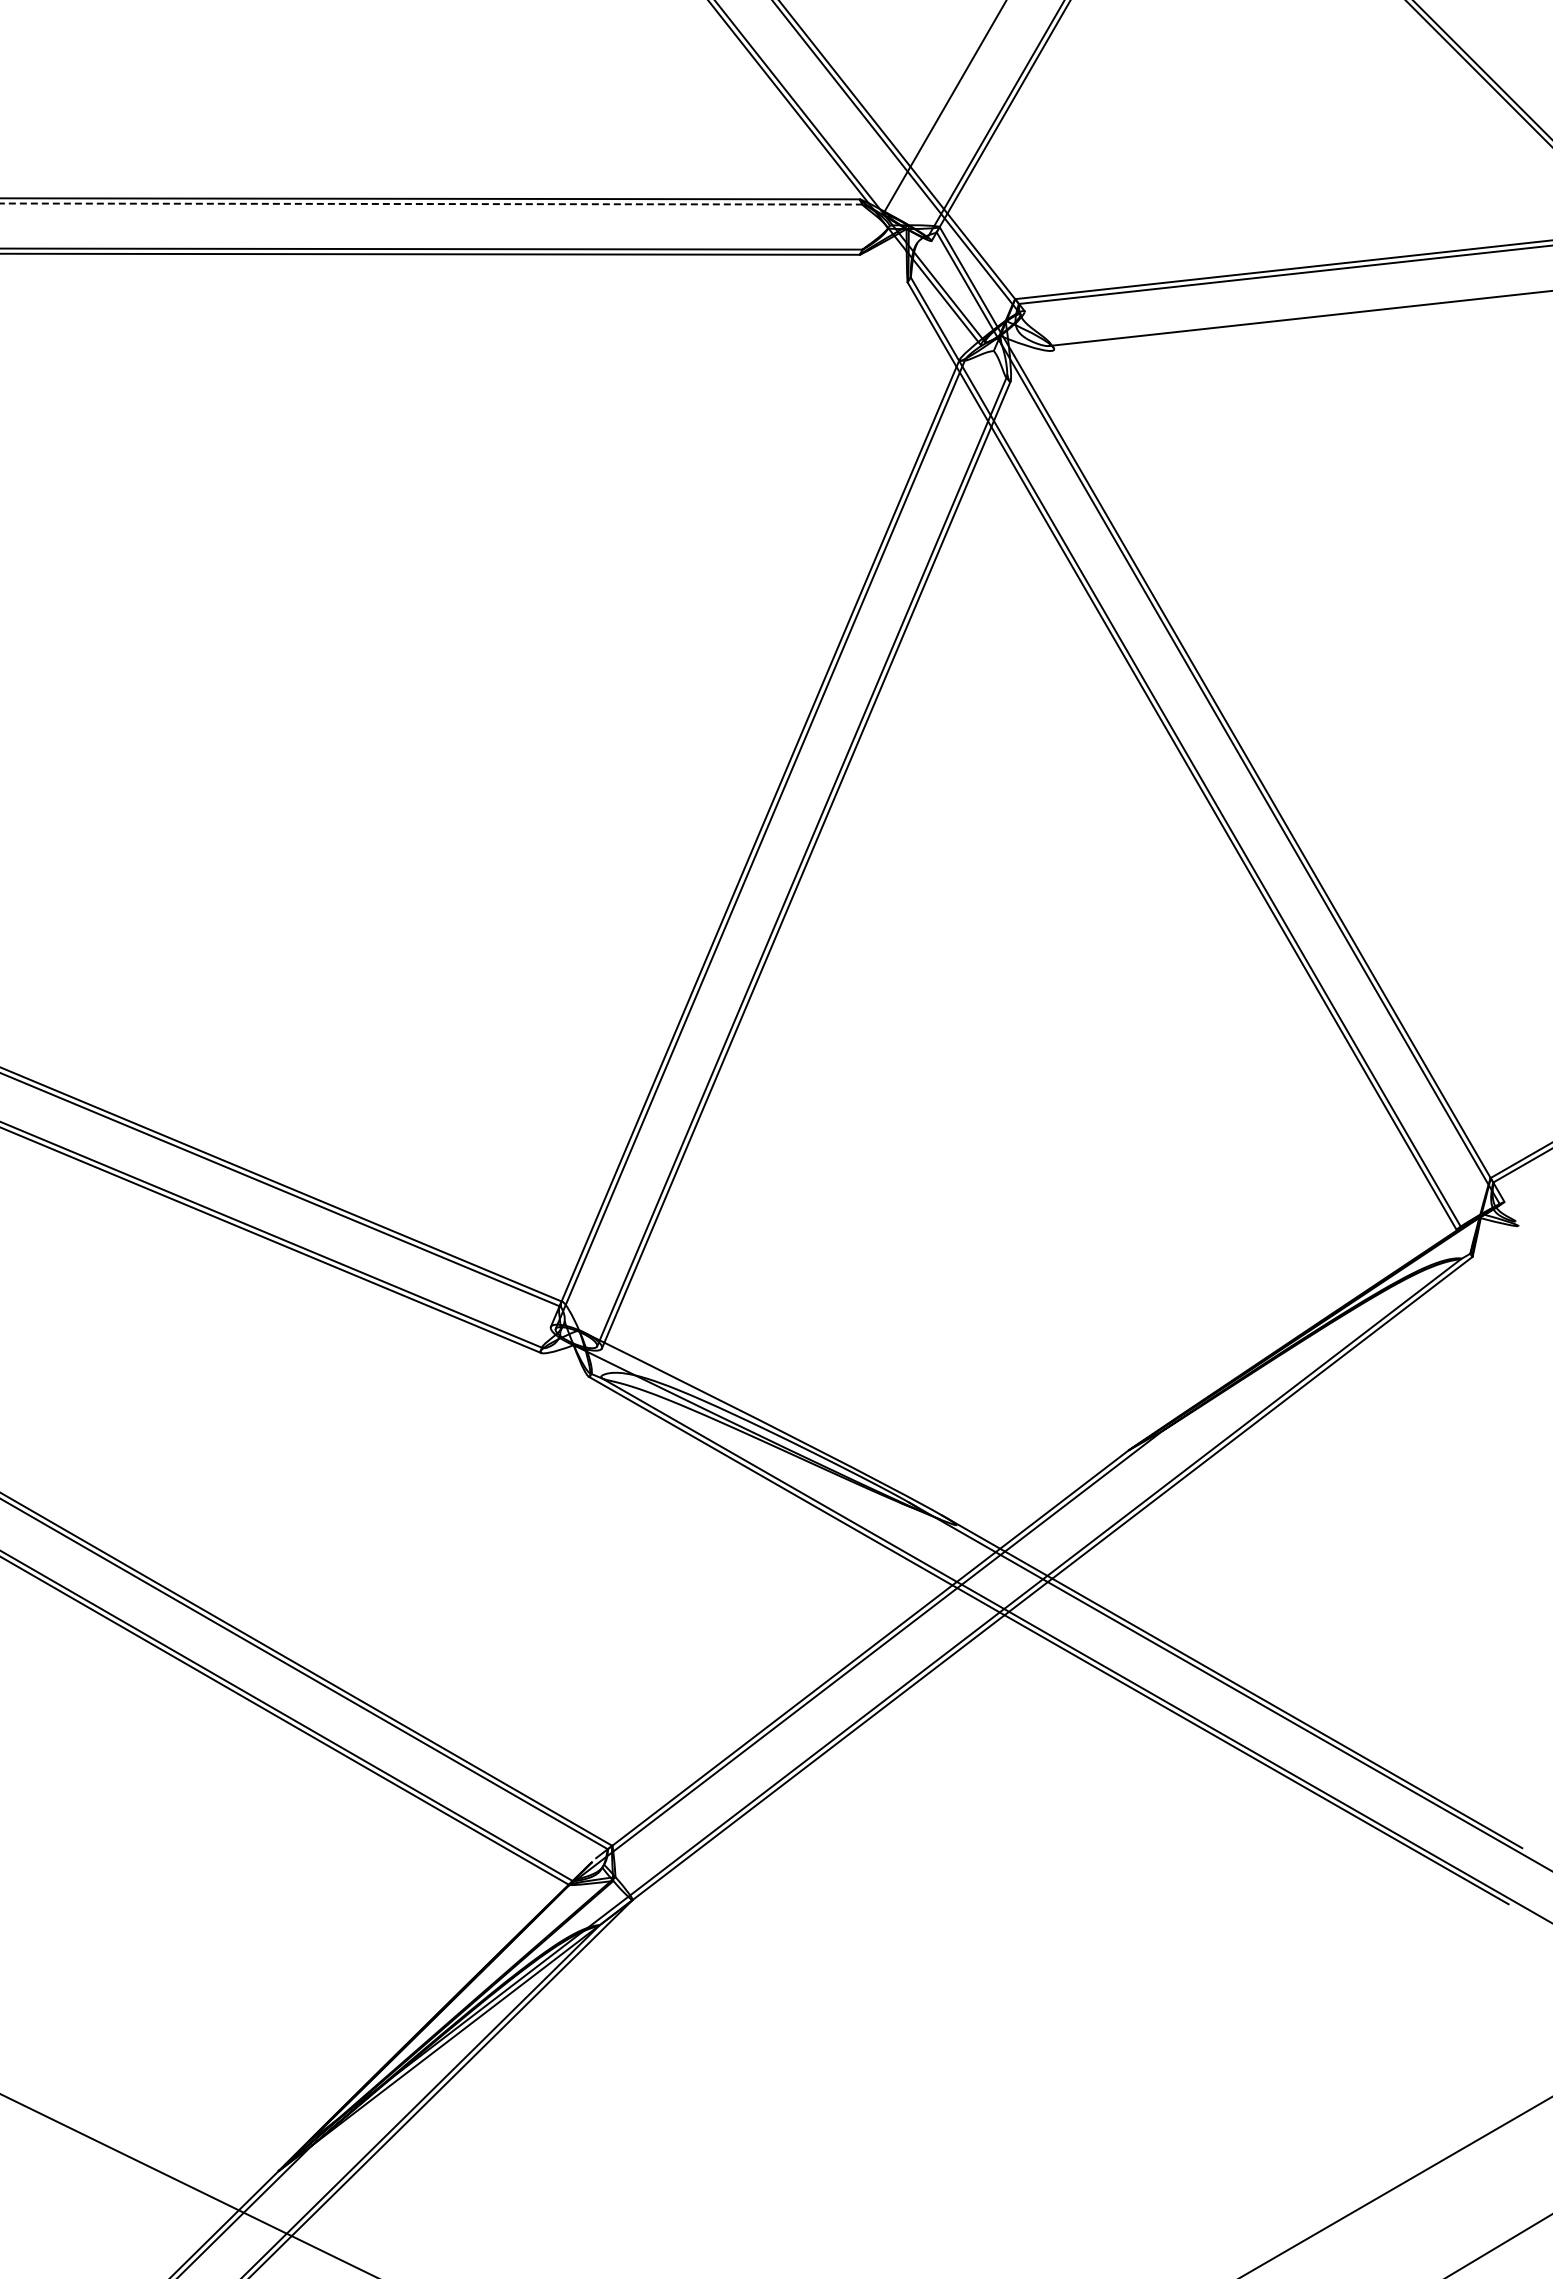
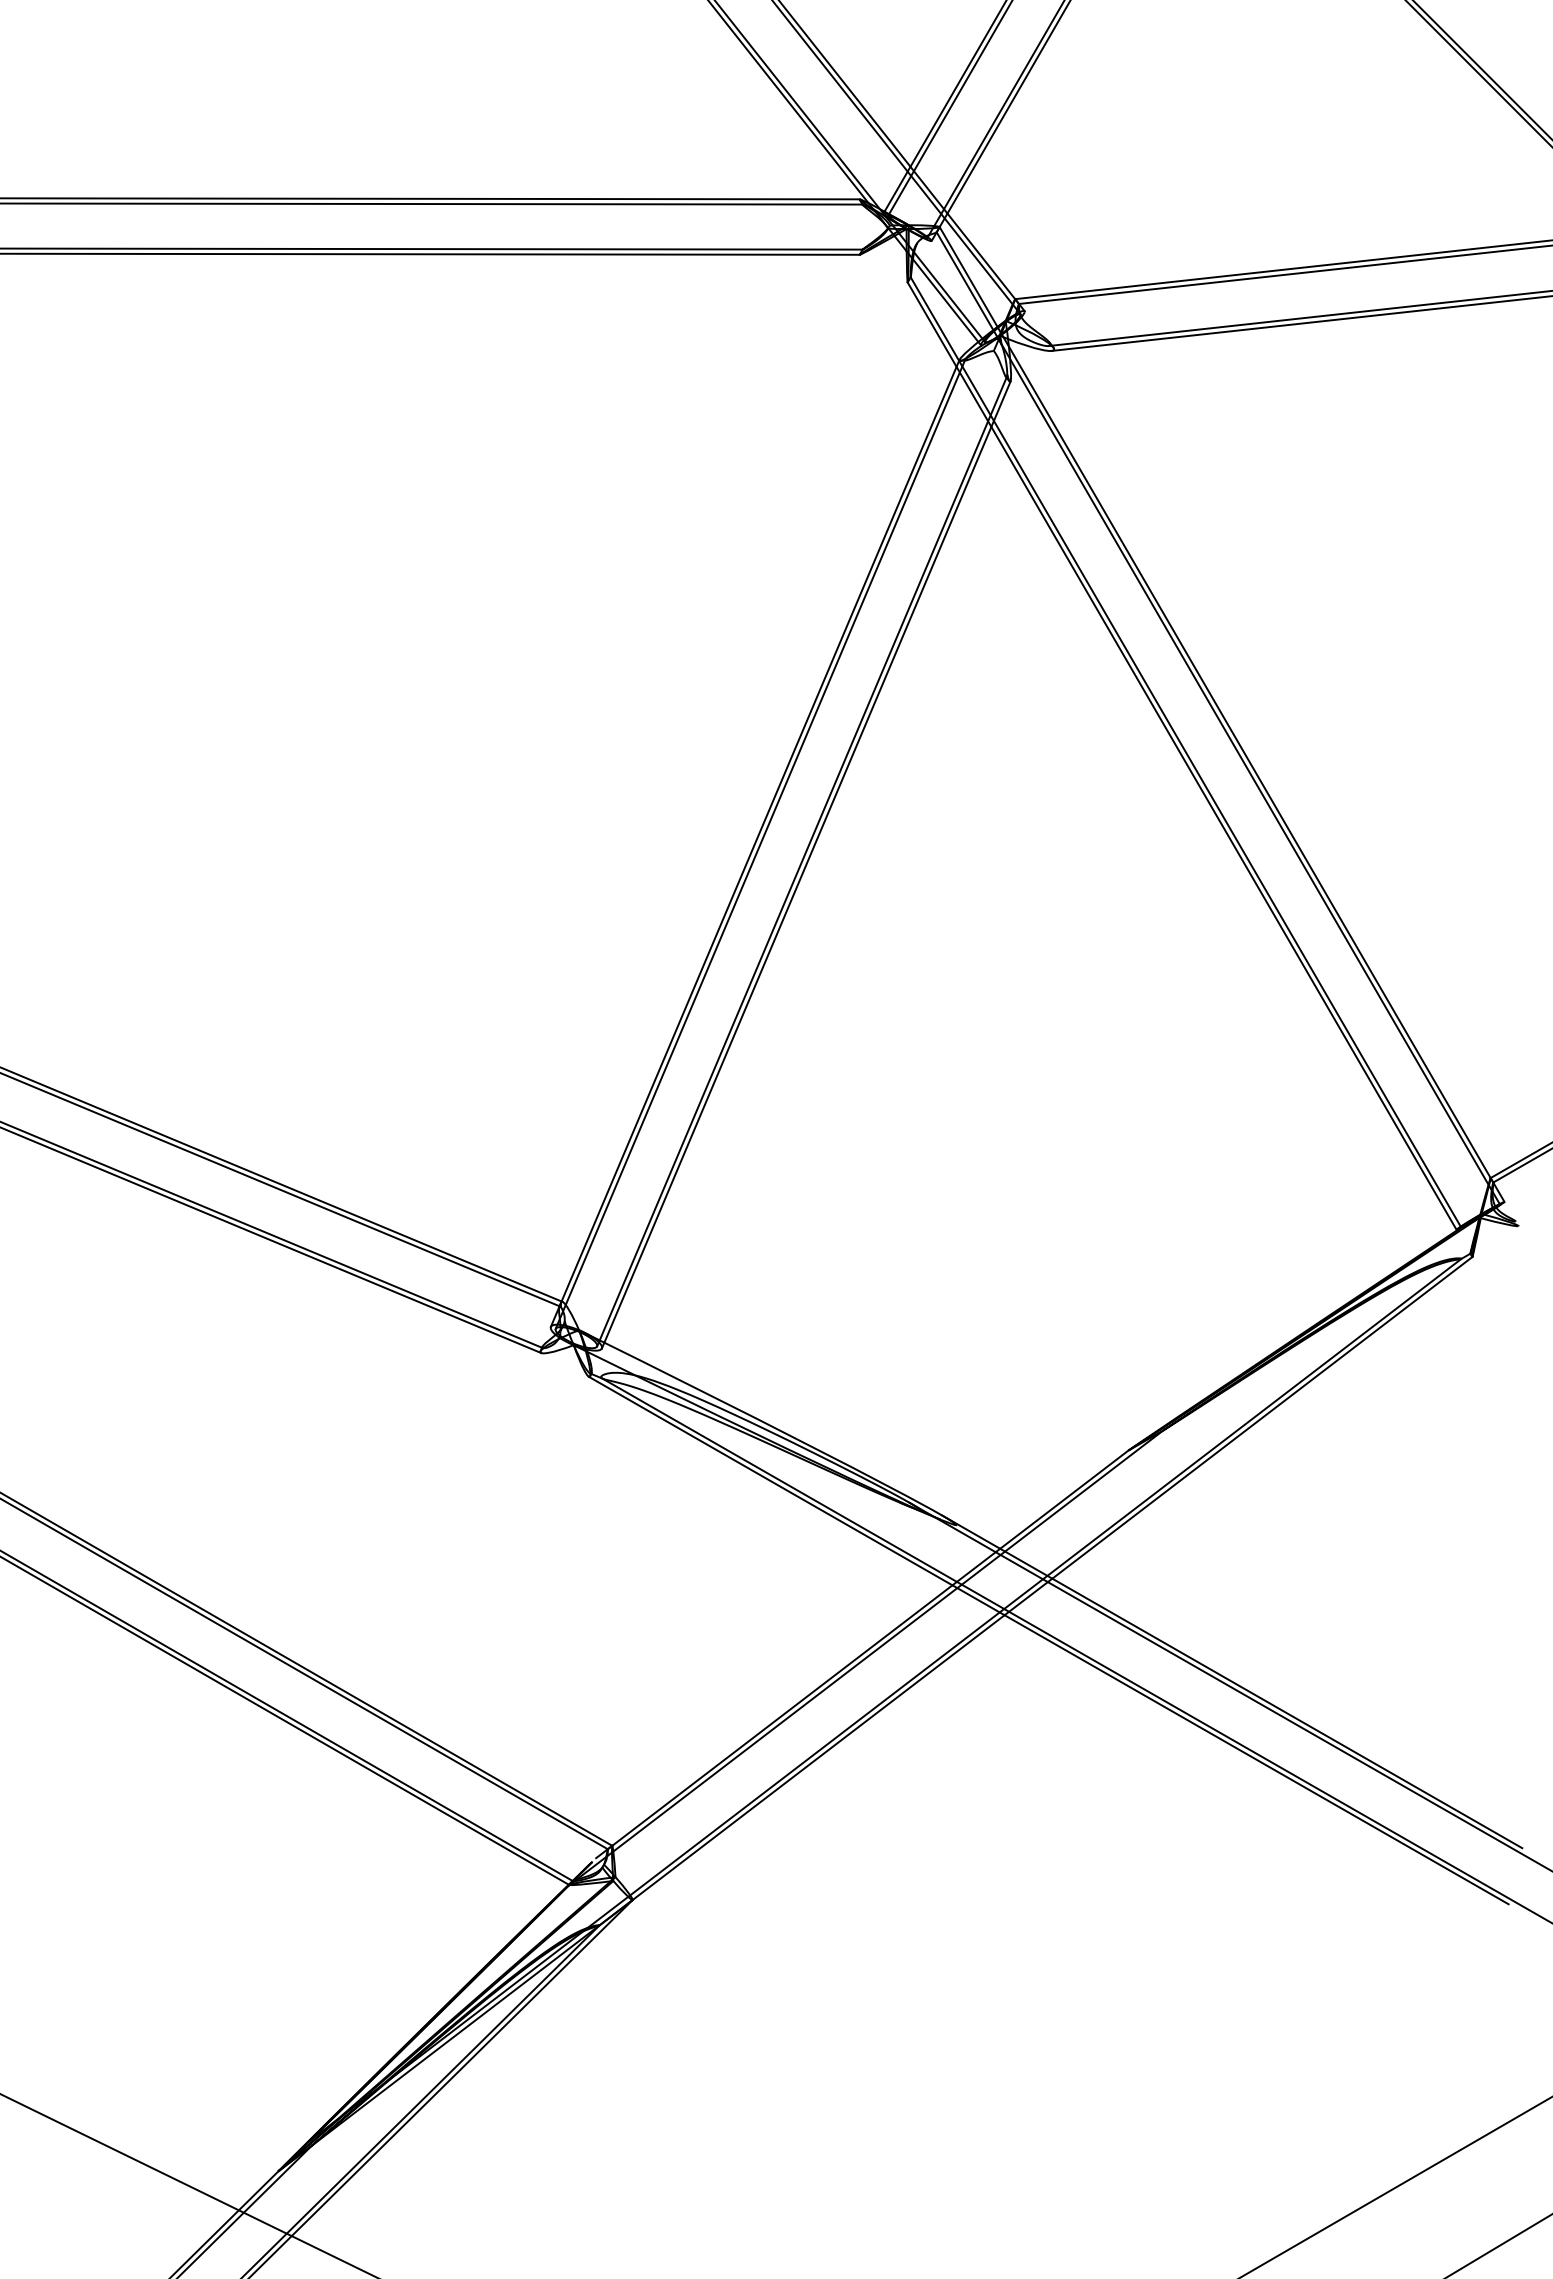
line at (949, 108): none -> present
line at (431, 204): dashed -> solid
line at (1300, 323): none -> present
